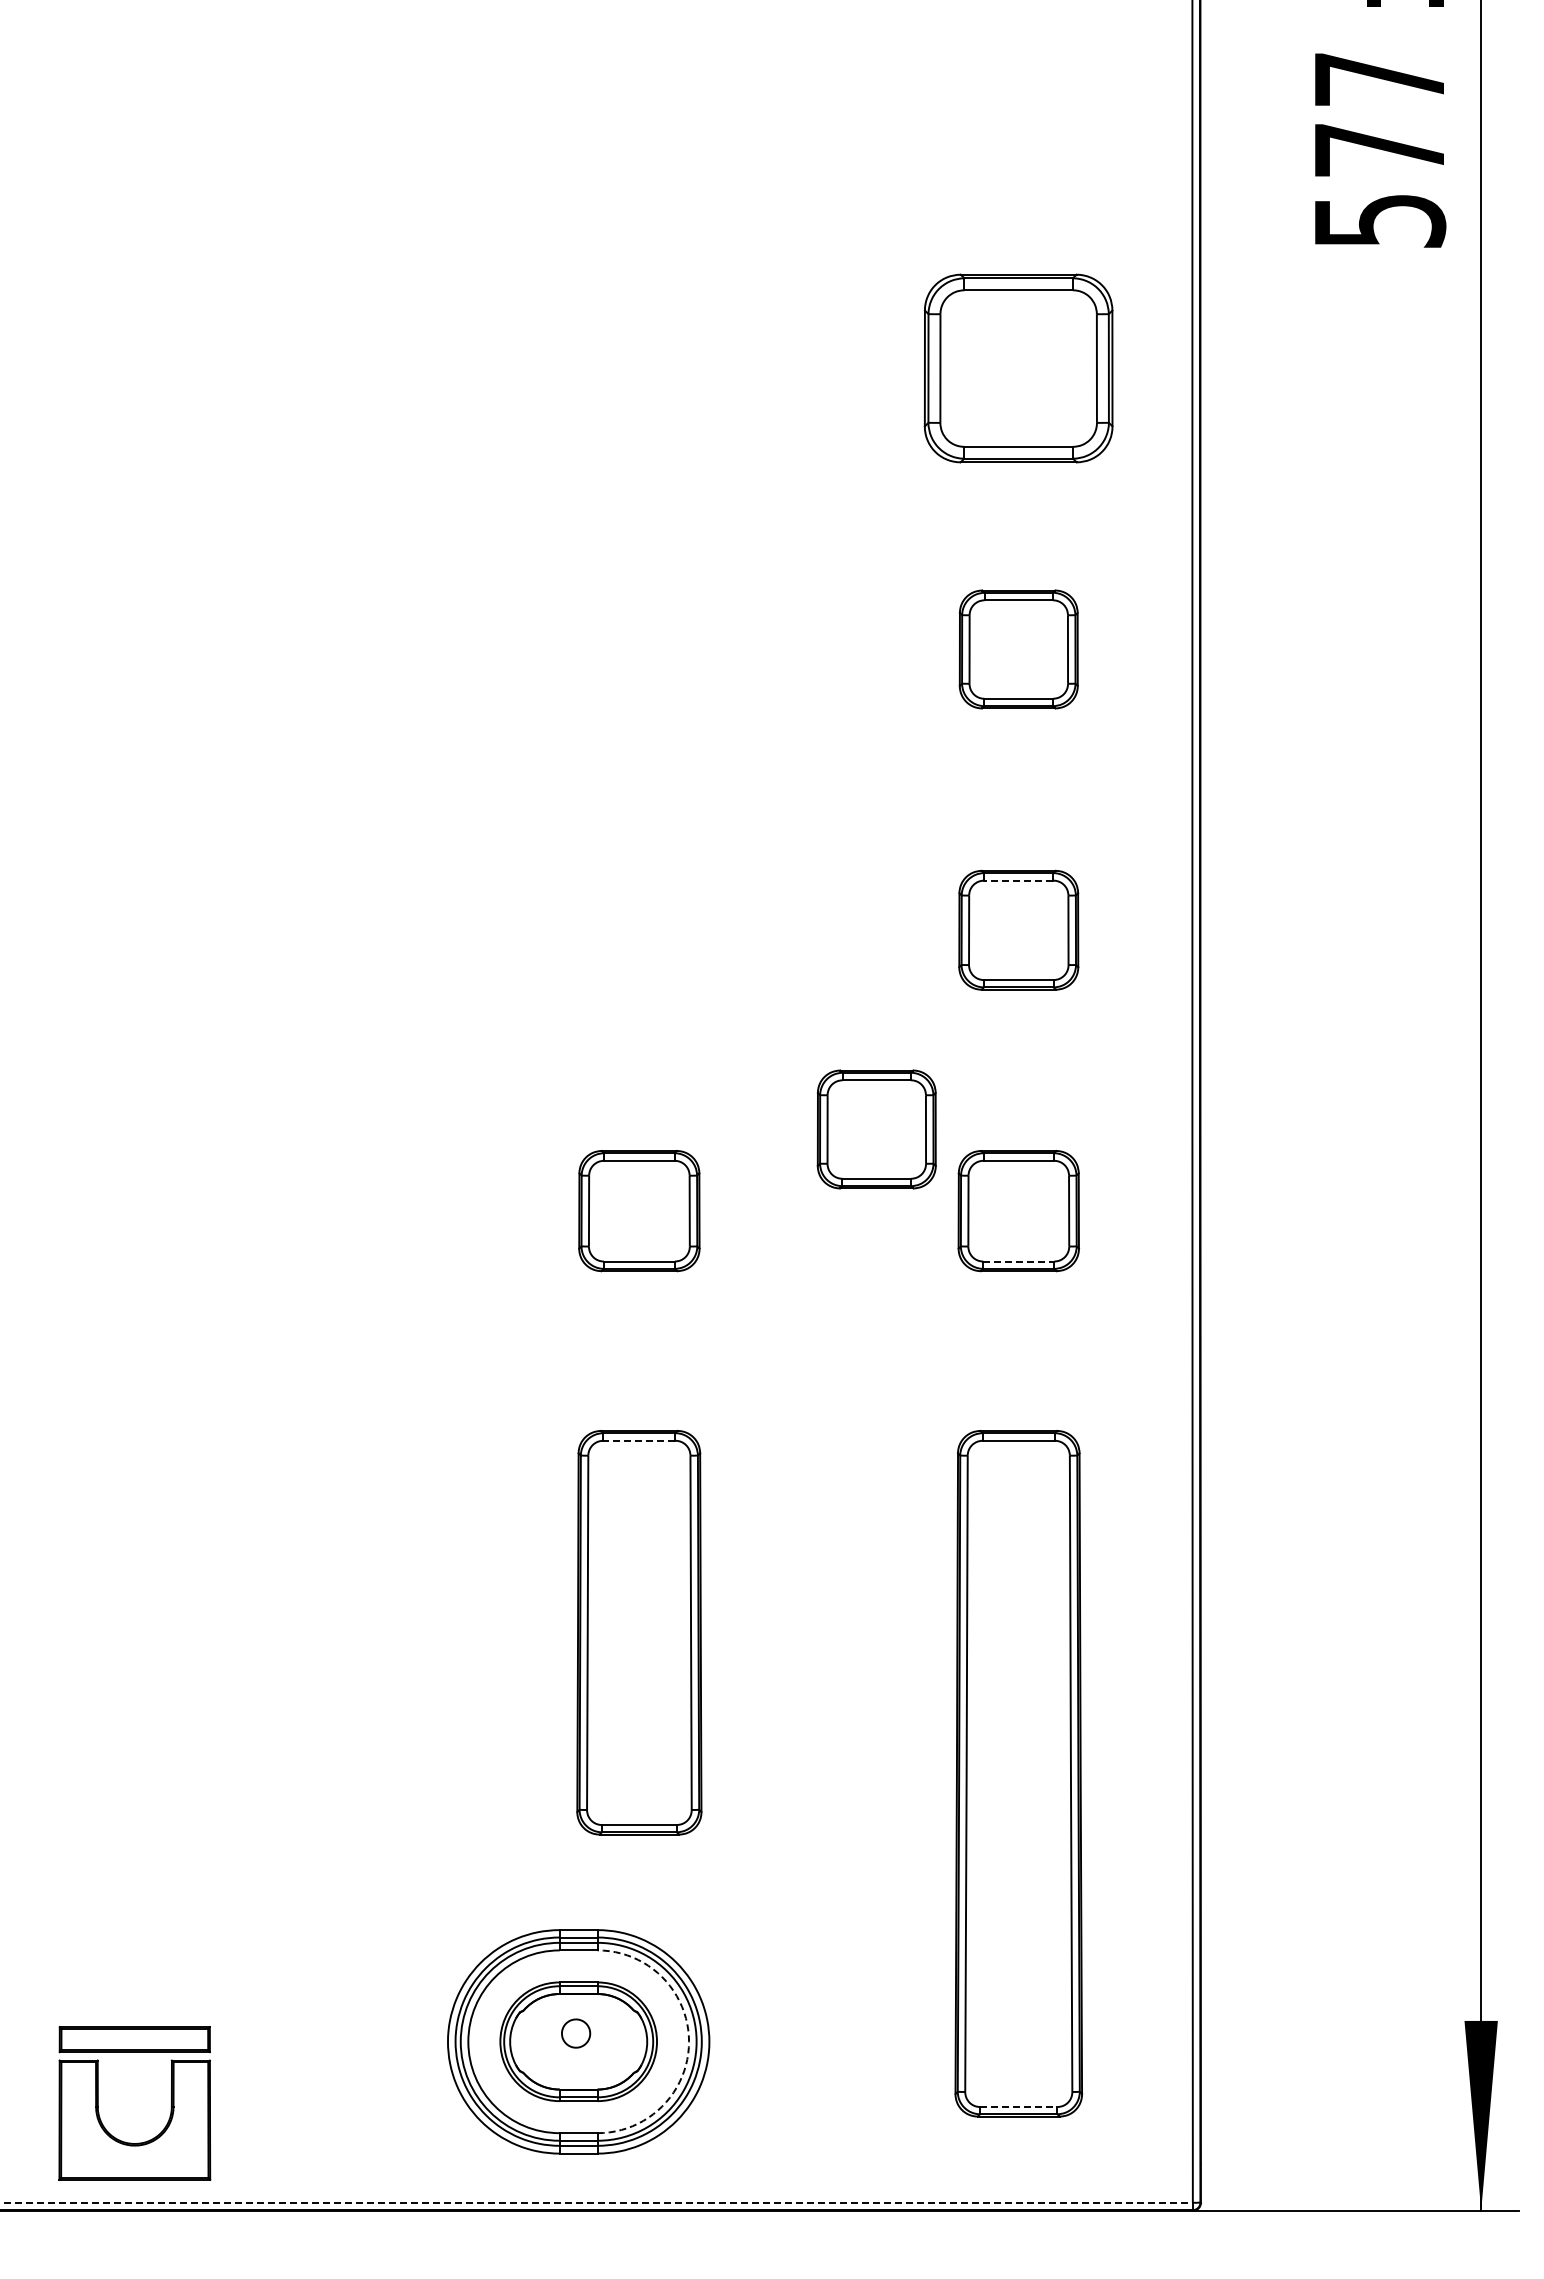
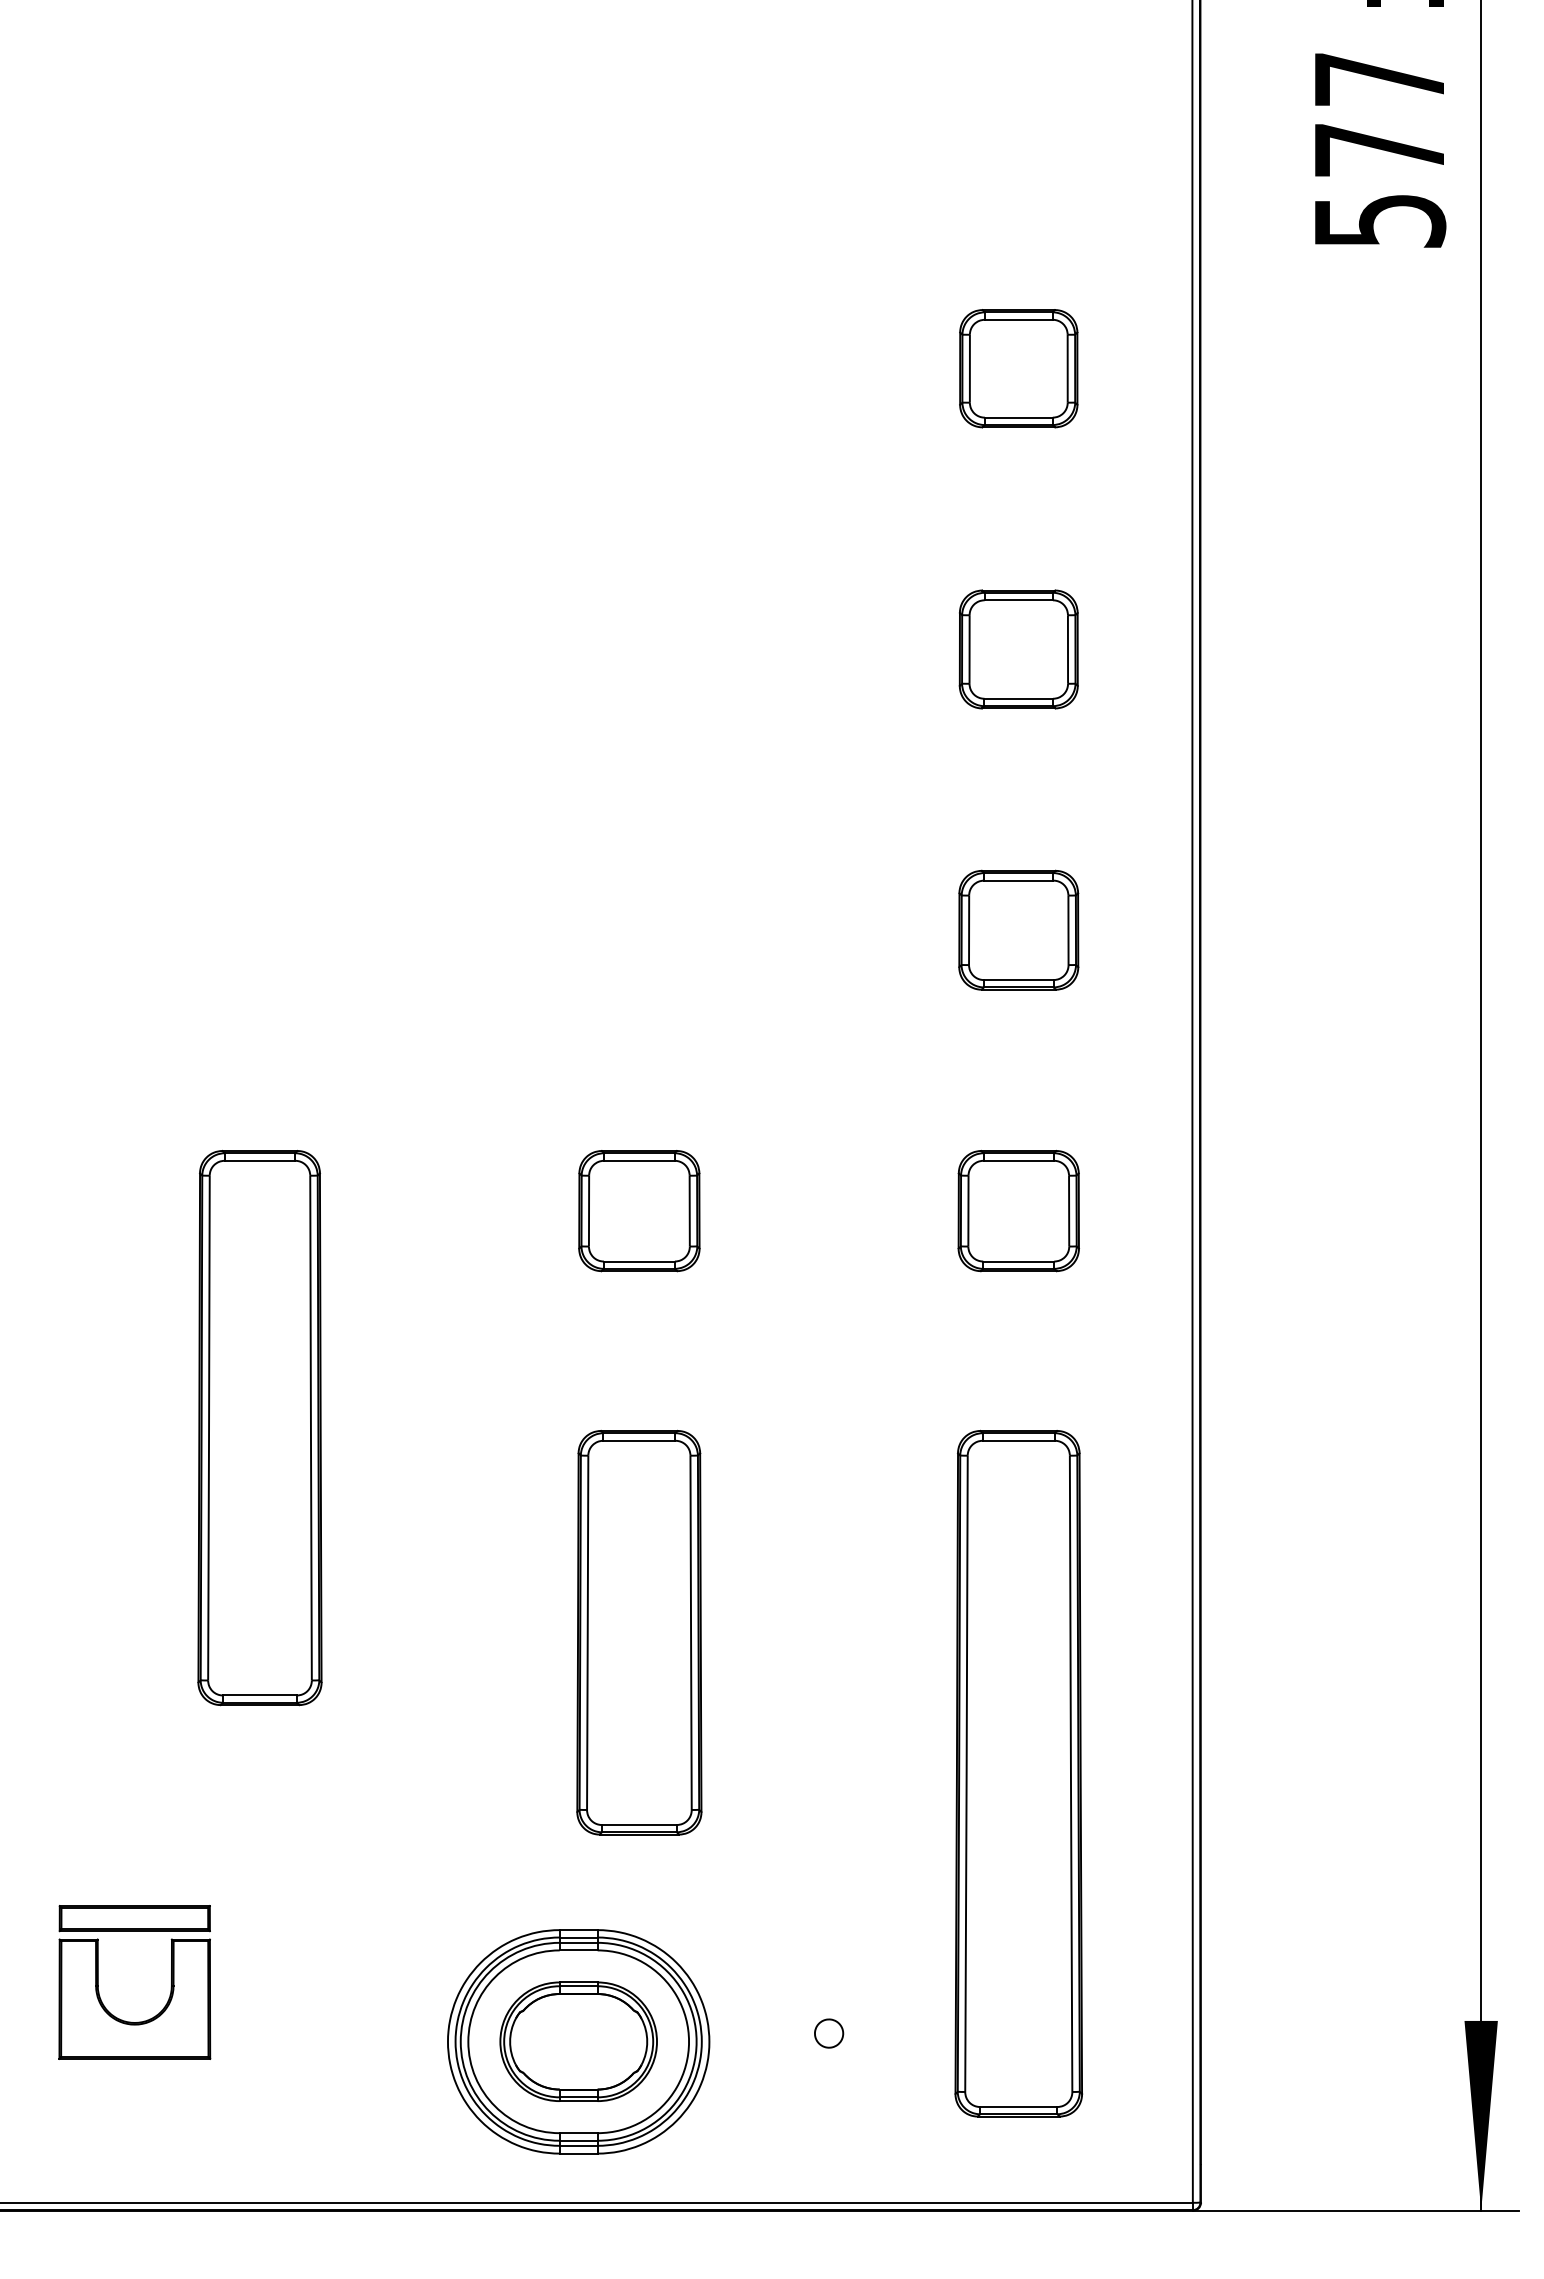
part at (1018, 368) size: 191x191 px -> 120x120 px
line at (1018, 880): dashed -> solid
part at (876, 1129): present -> none
line at (1018, 1261): dashed -> solid
part at (259, 1428): none -> present
line at (638, 1440): dashed -> solid
part at (576, 2033) position: (576, 2033) -> (829, 2033)
arc at (689, 2041): dashed -> solid
part at (98, 2103) position: (98, 2103) -> (98, 1982)
line at (1018, 2107): dashed -> solid
line at (596, 2202): dashed -> solid
